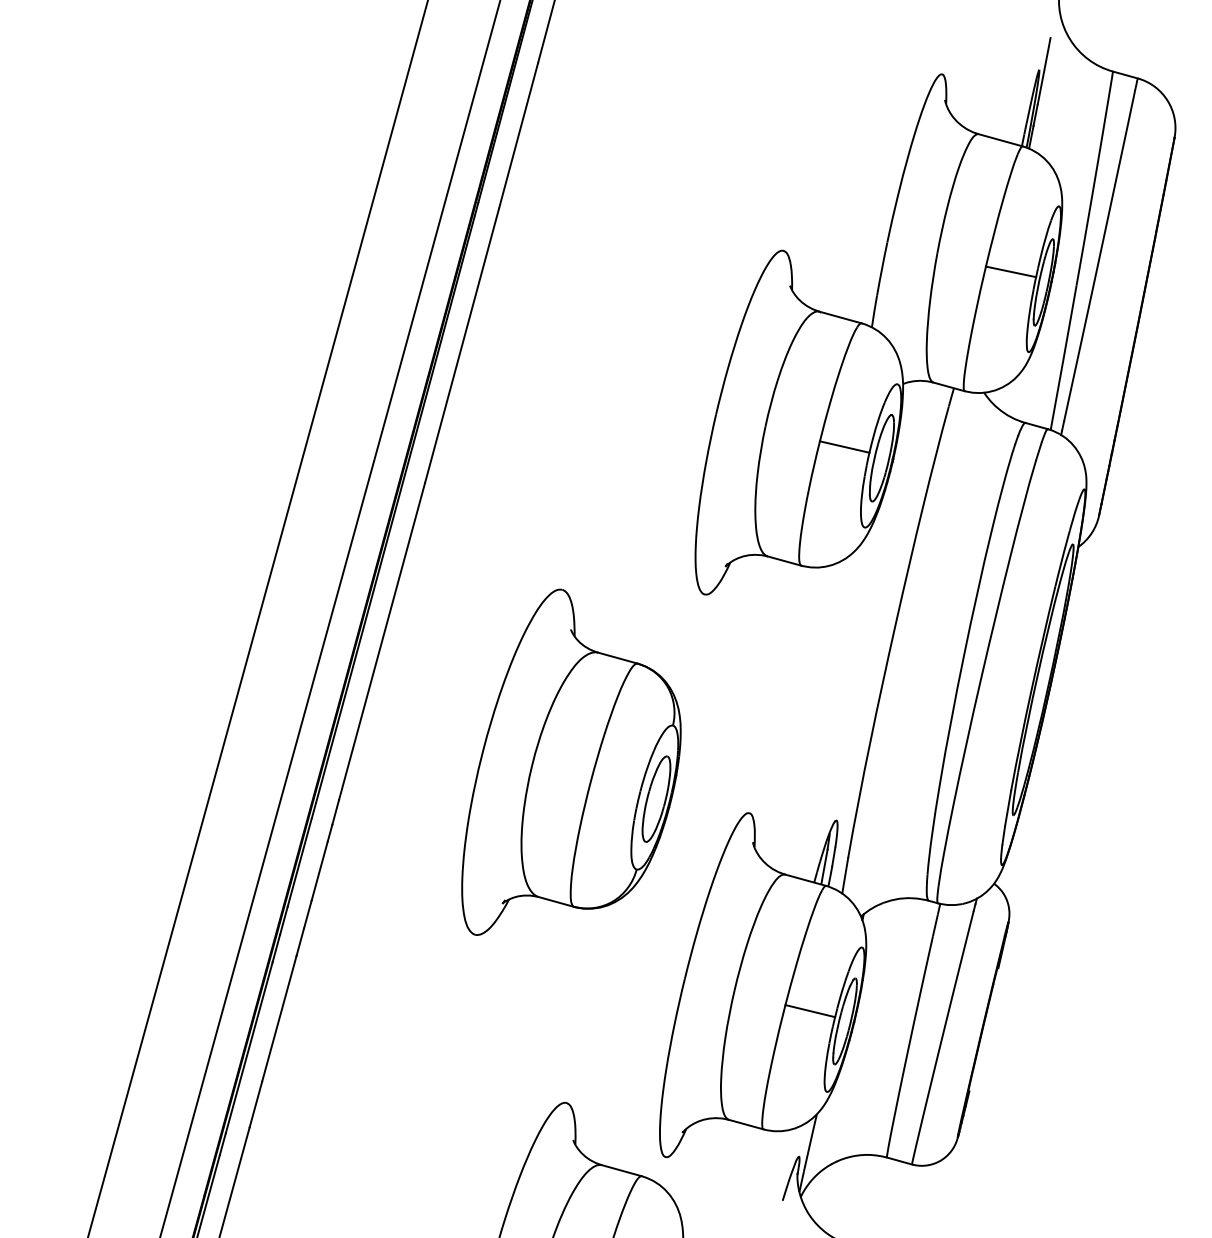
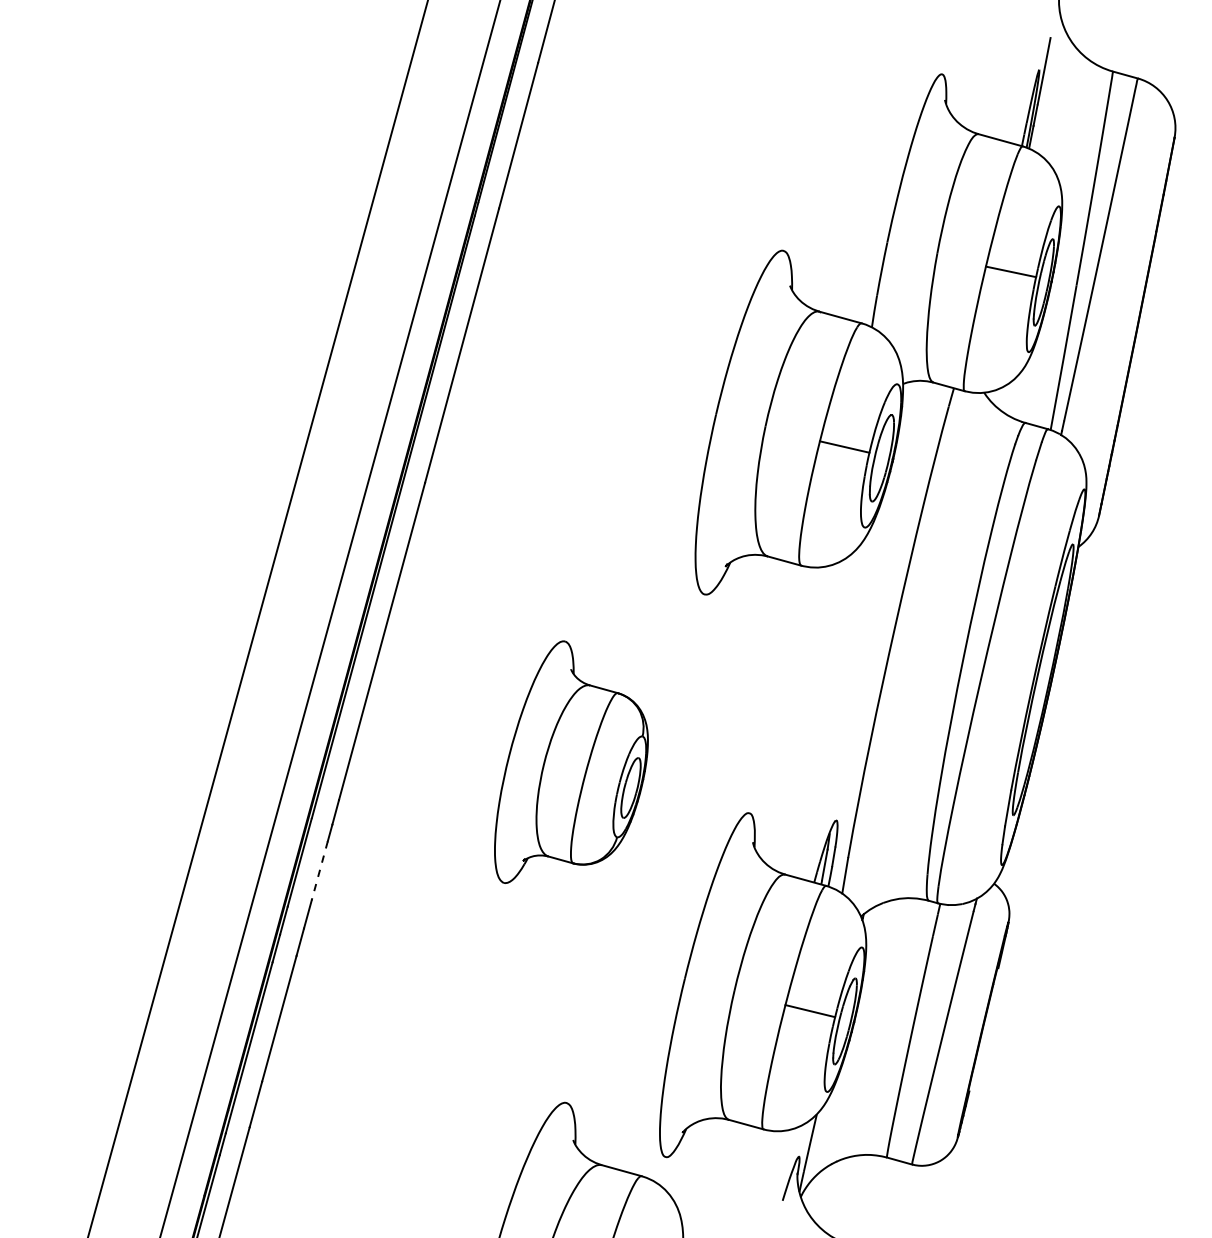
part at (571, 761) size: 221x348 px -> 155x244 px
line at (319, 870): solid -> dashed
